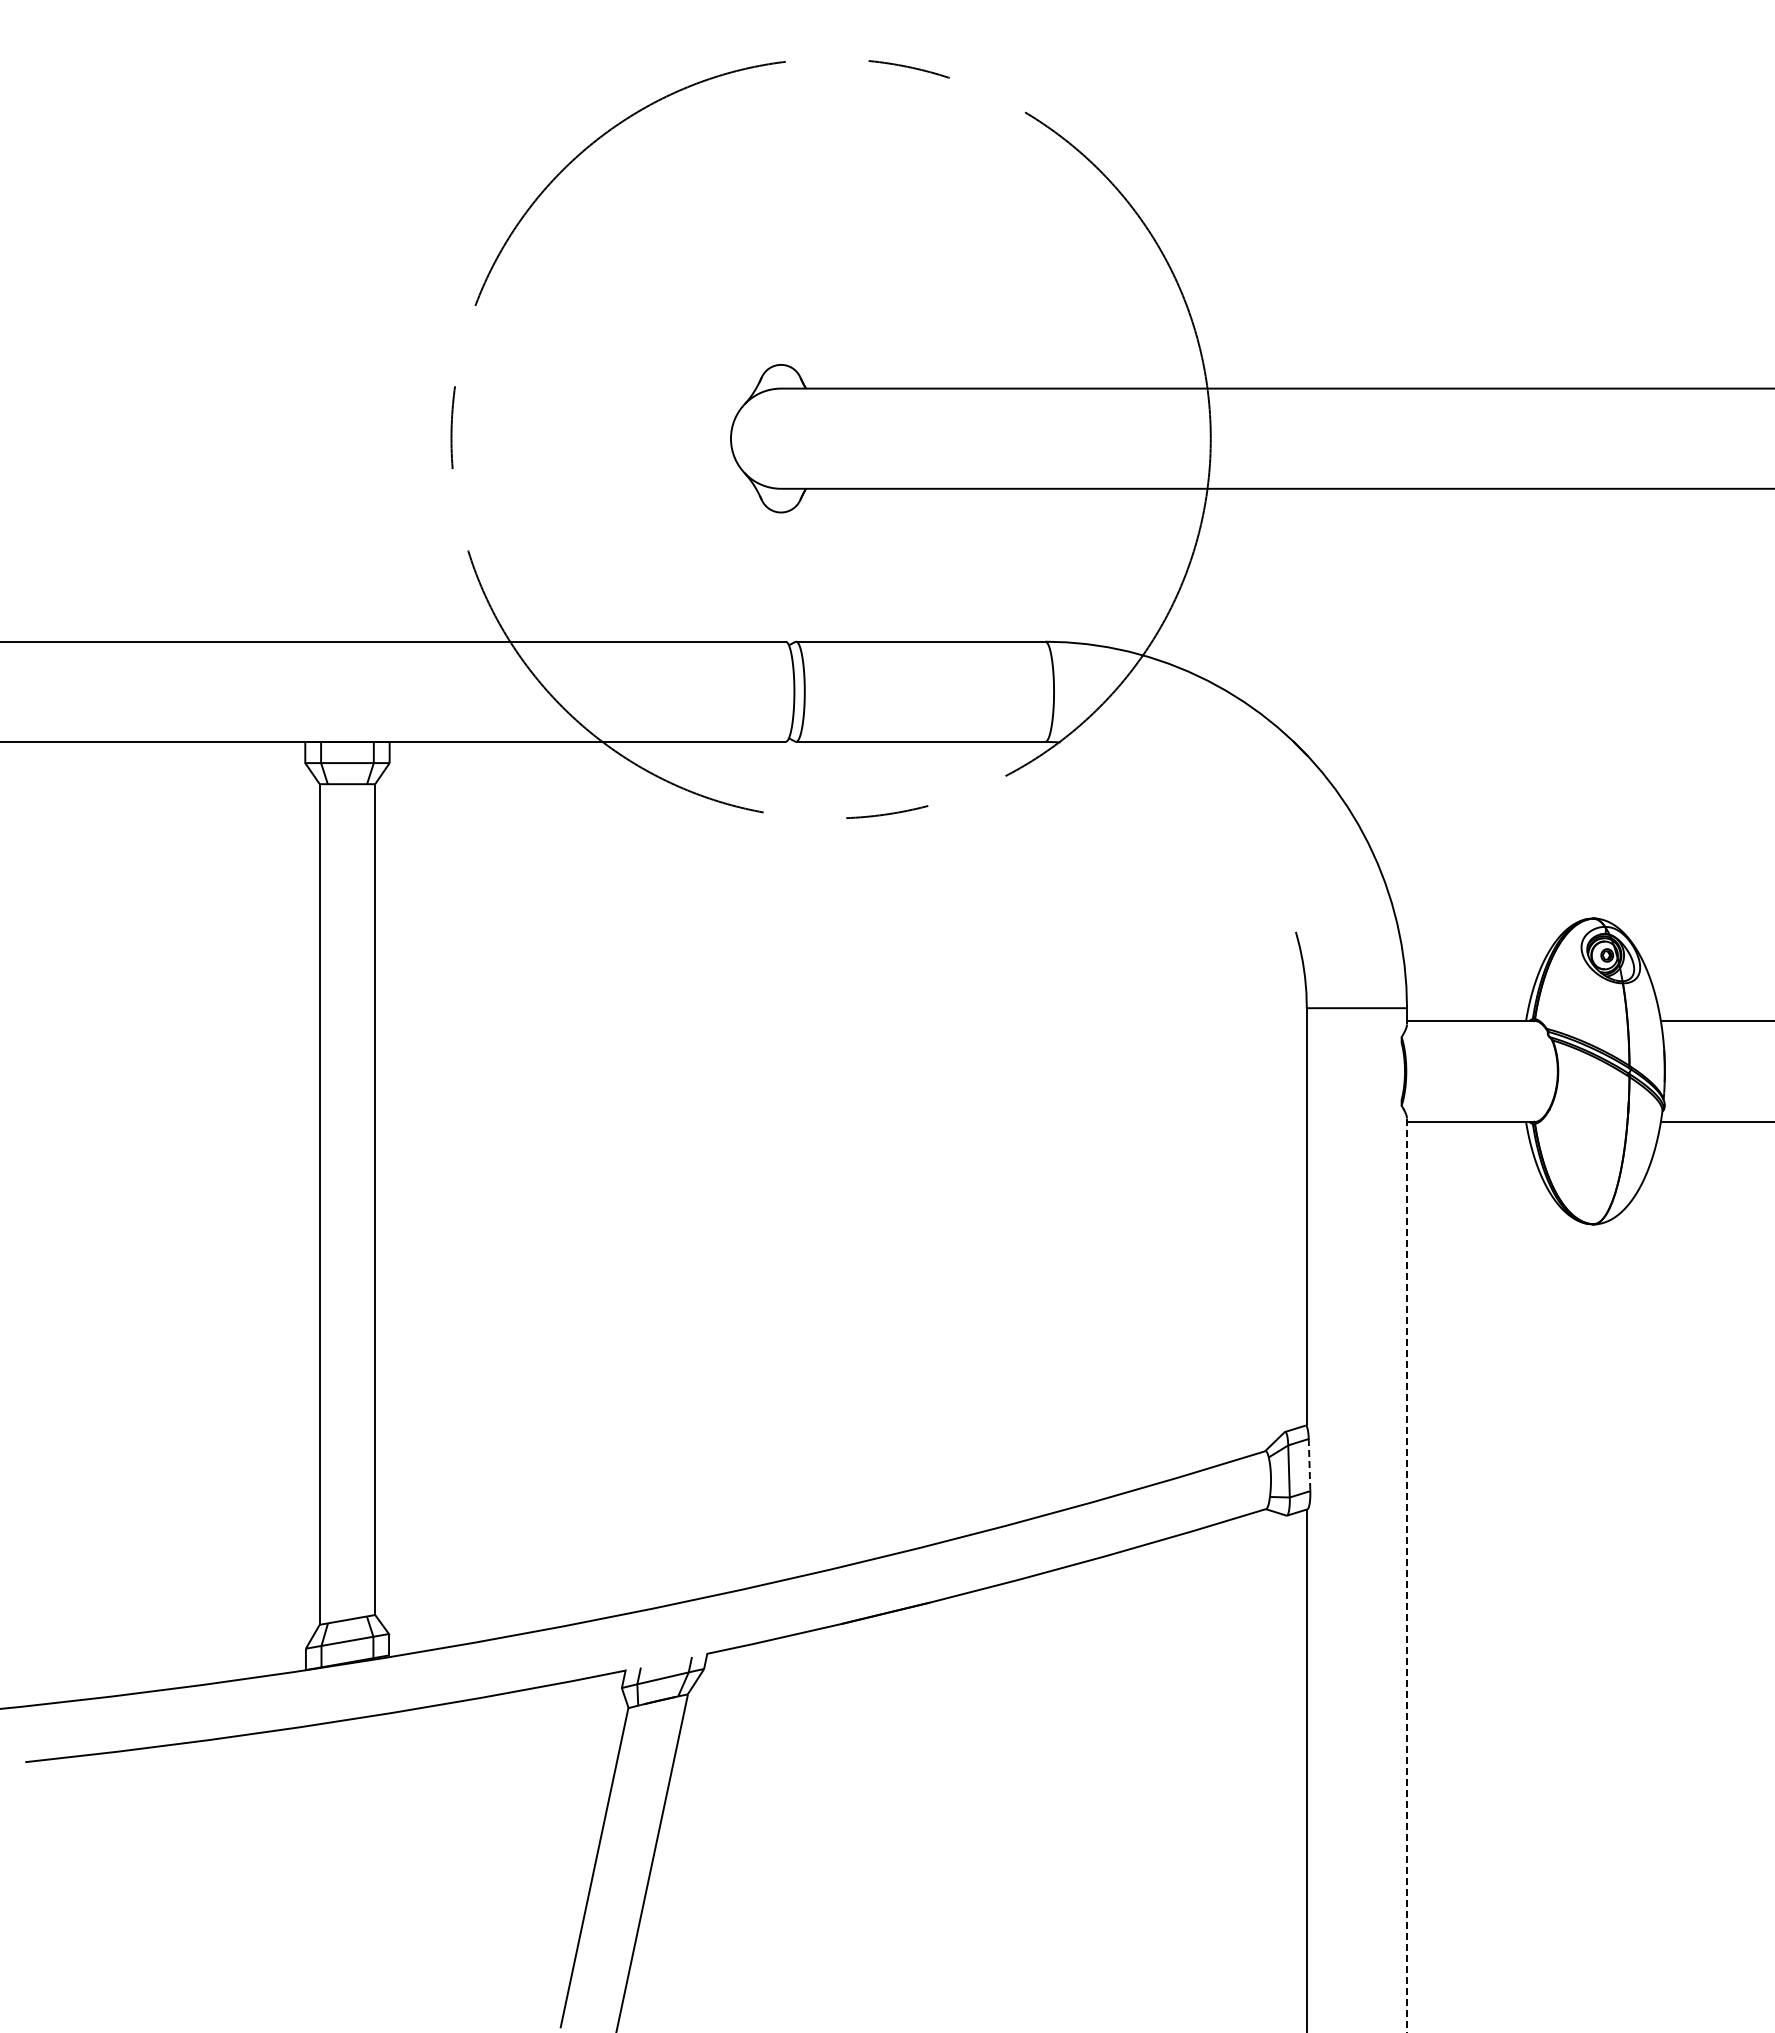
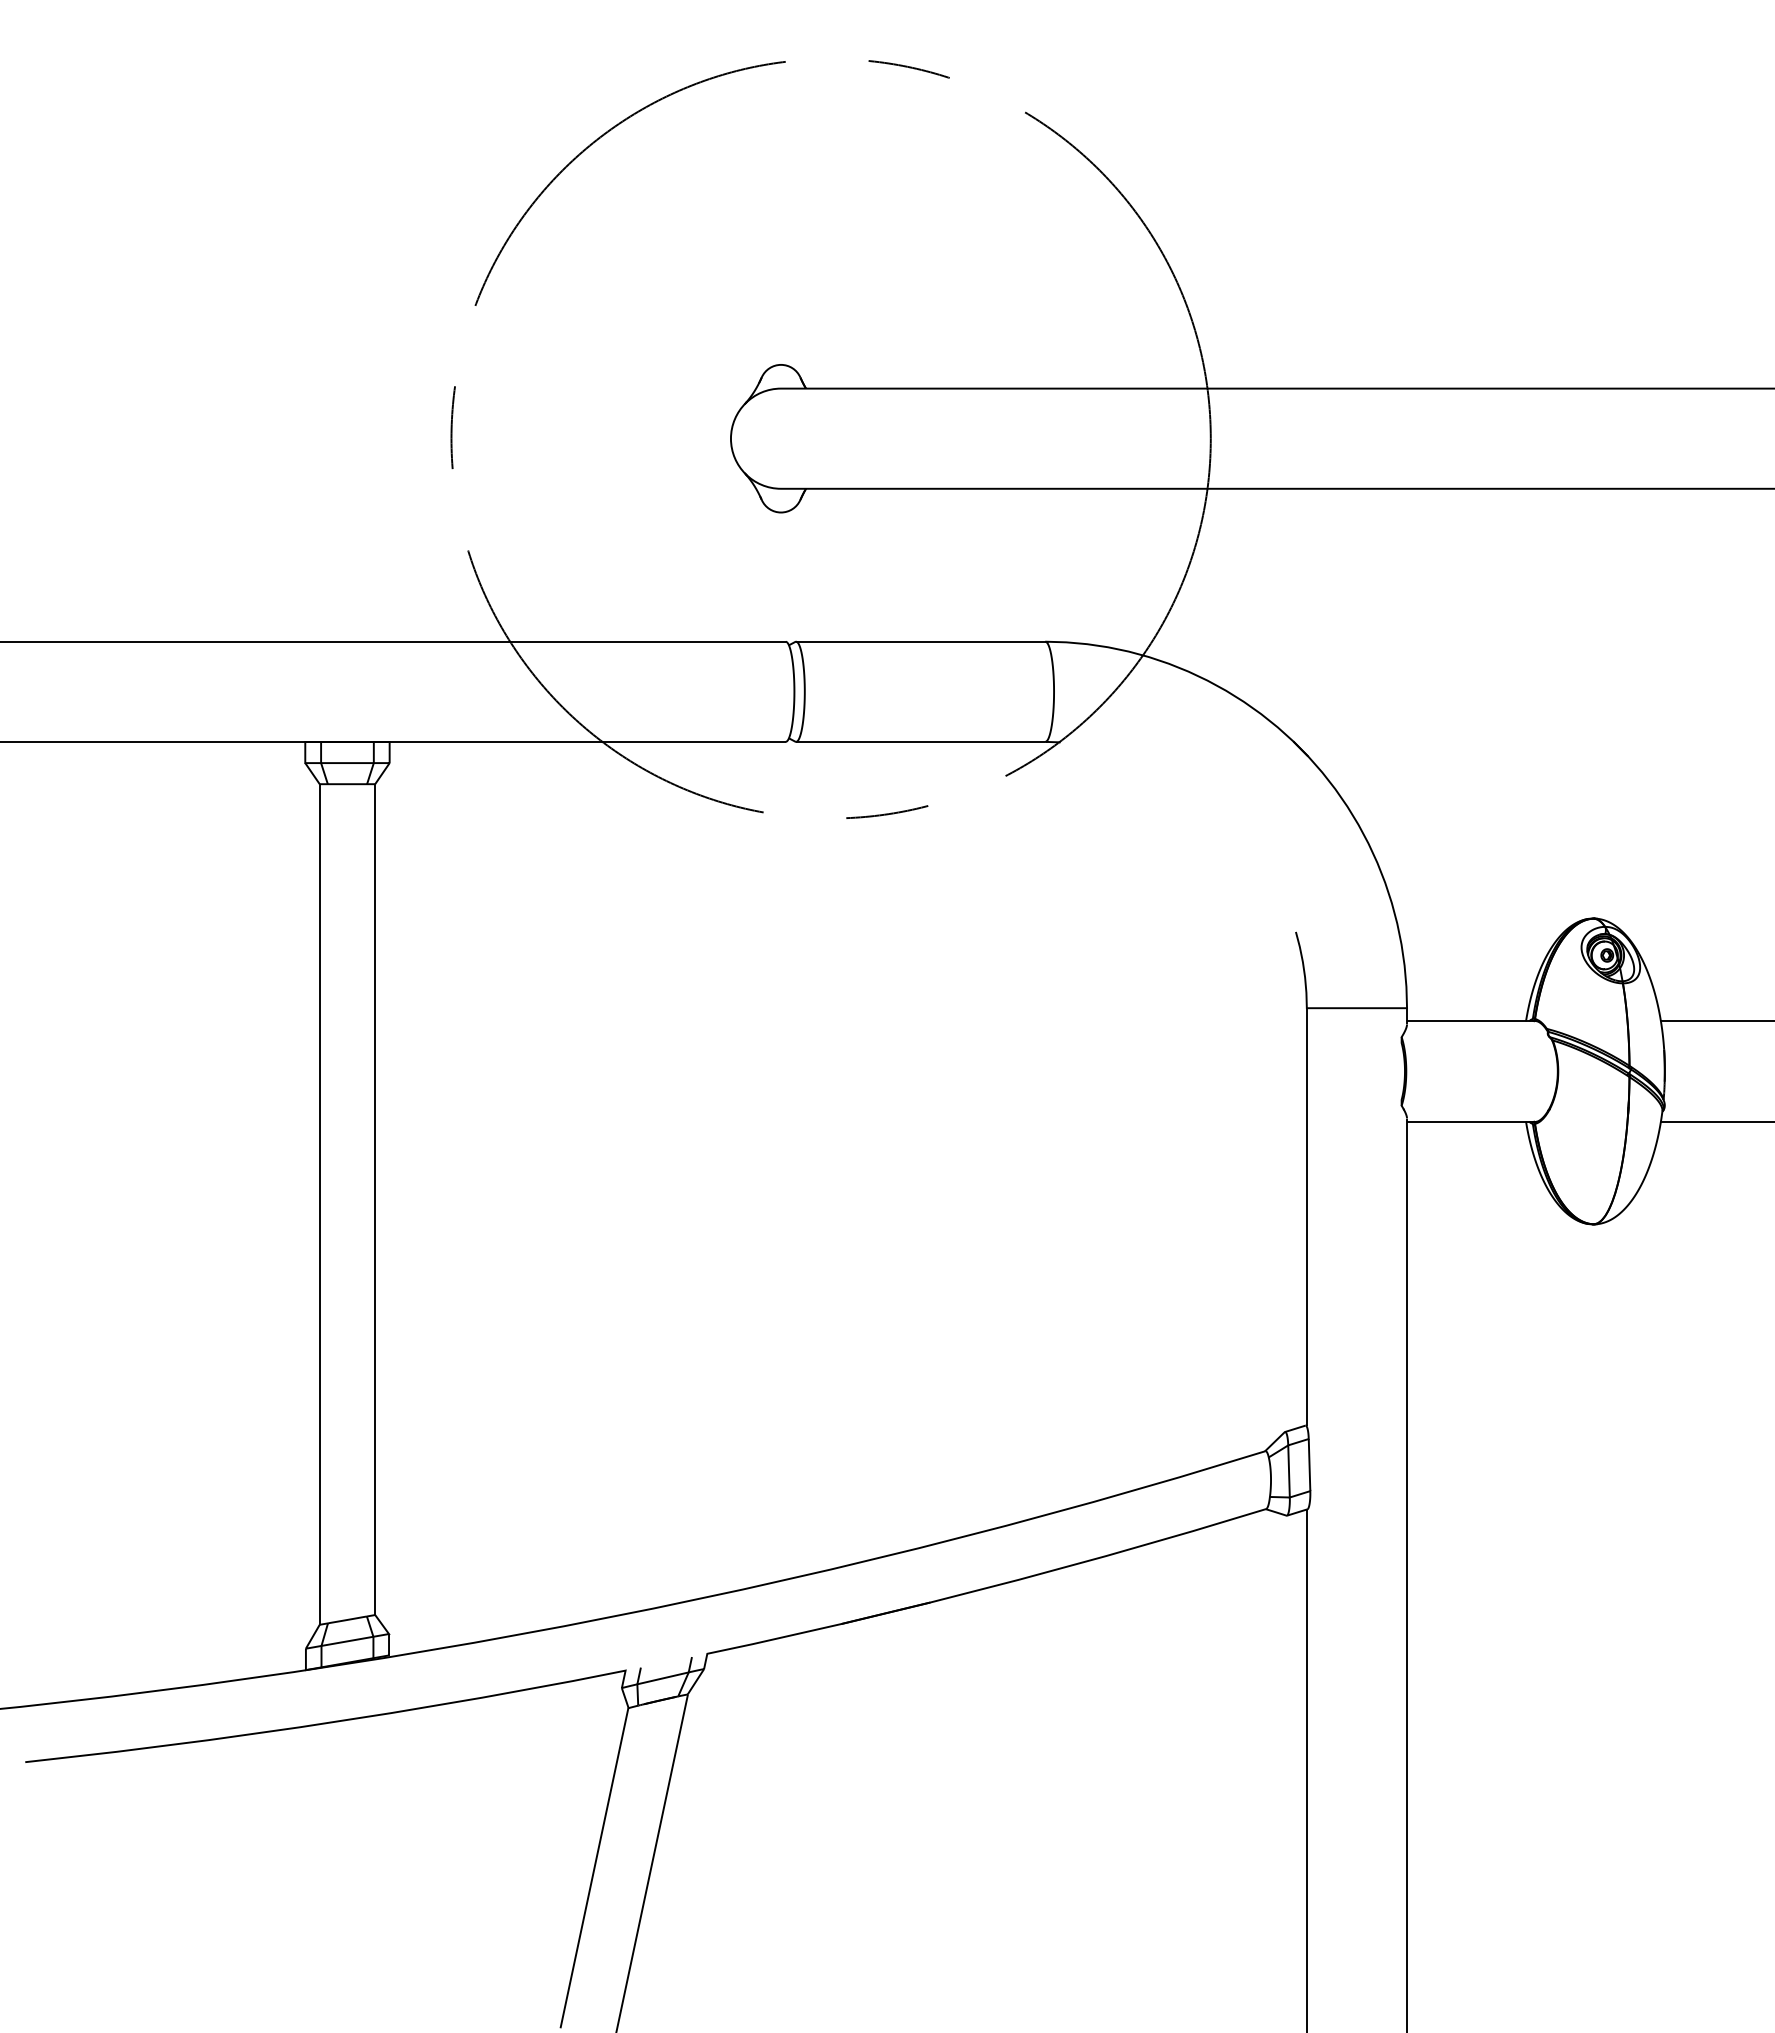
line at (1309, 1465): dashed -> solid
line at (1407, 1575): dashed -> solid
